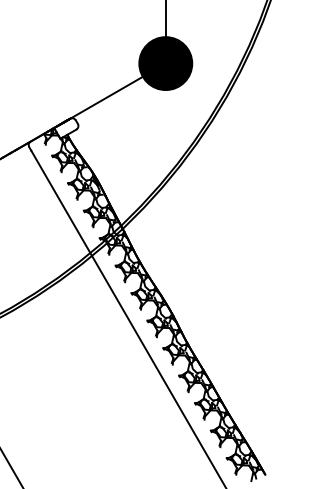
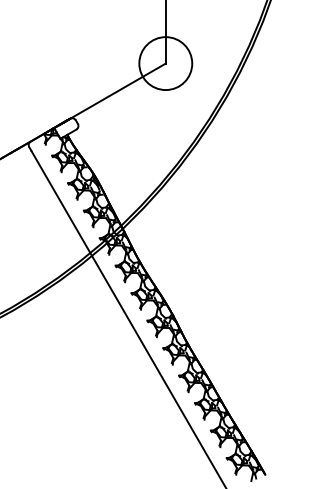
fill at (165, 63): present -> none
line at (11, 468): present -> none
